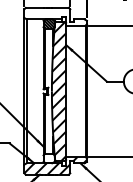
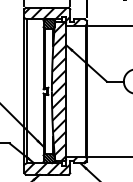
hatch at (52, 16): none -> present
hatch at (48, 158): none -> present
